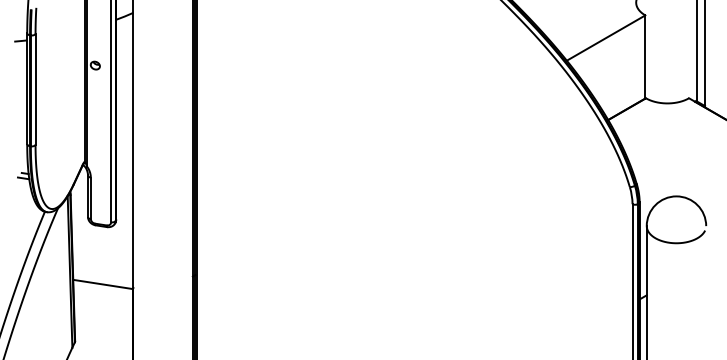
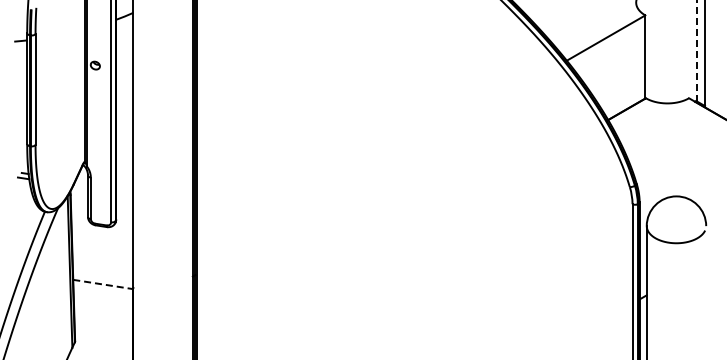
line at (697, 50): solid -> dashed
line at (103, 284): solid -> dashed
